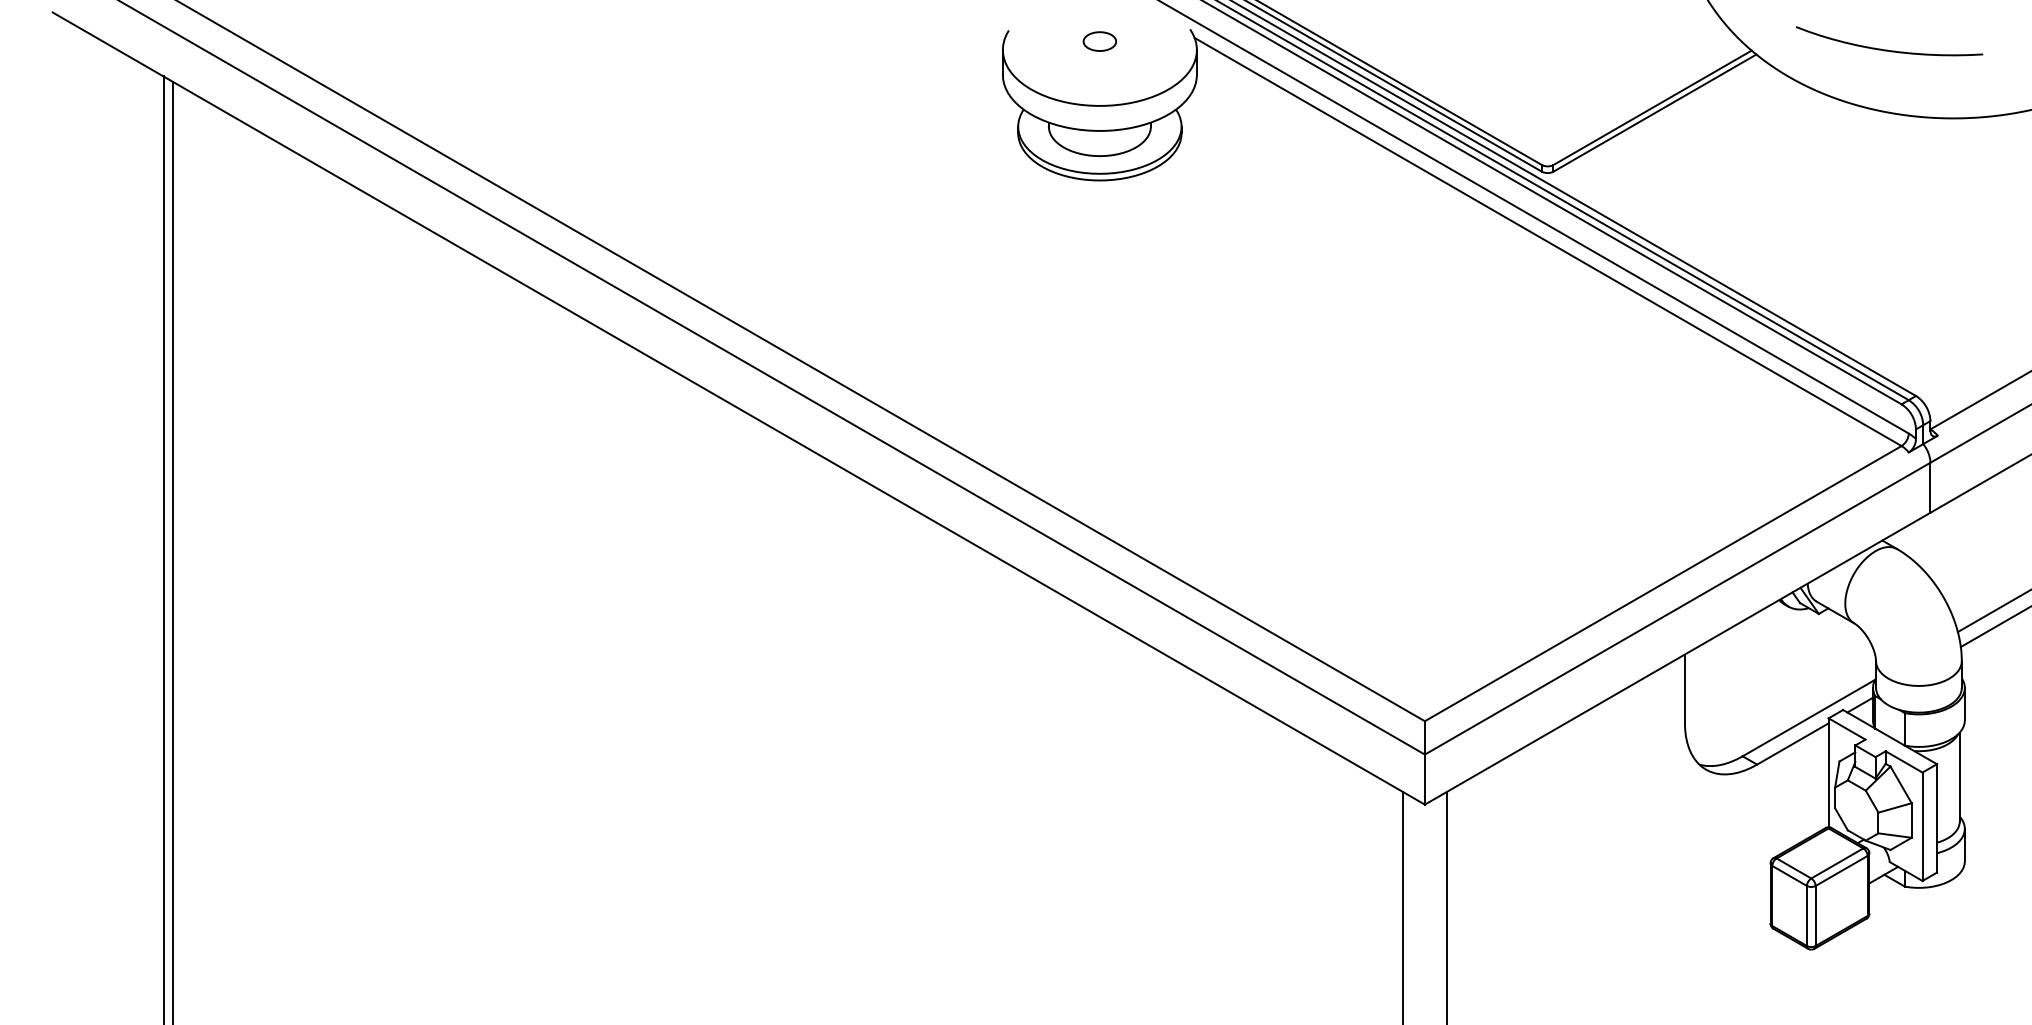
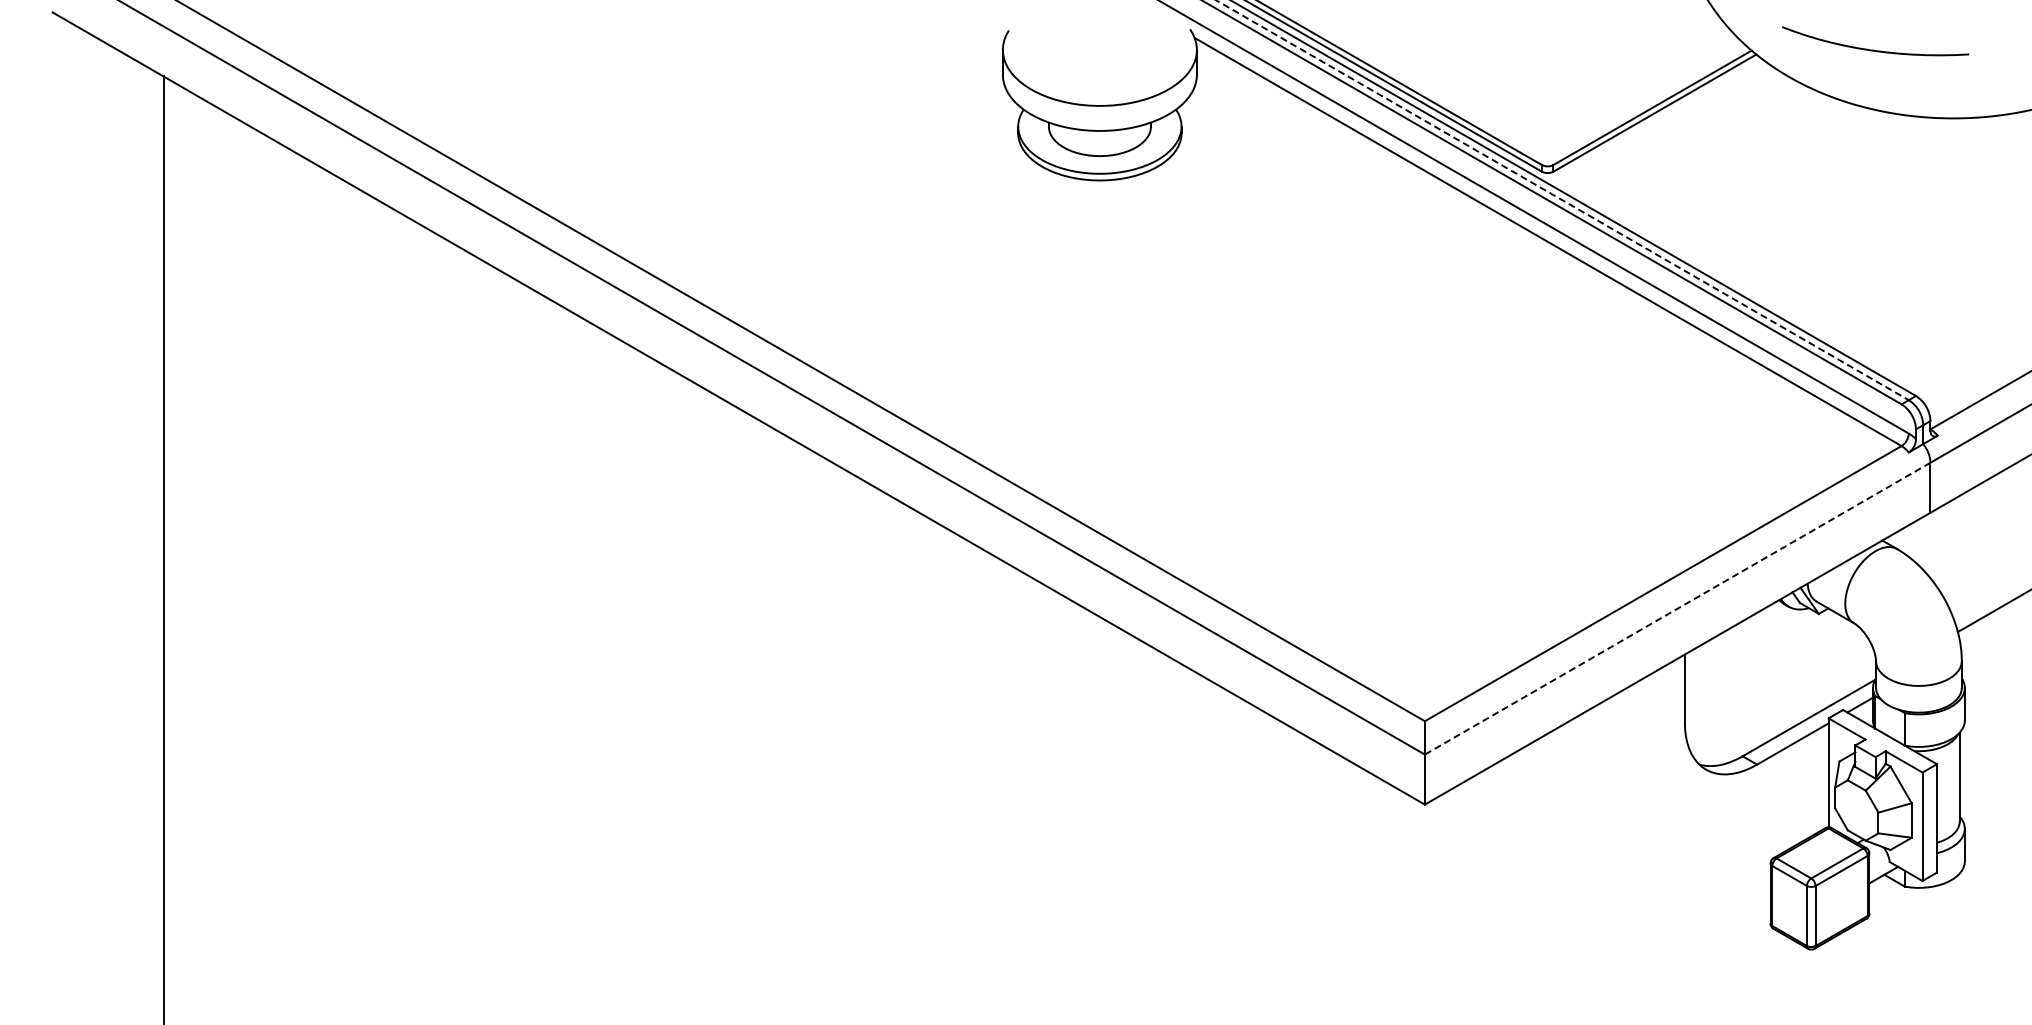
part at (1099, 41): present -> none
curve at (1887, 49) position: (1887, 49) -> (1873, 49)
line at (1562, 200): solid -> dashed
line at (172, 551): present -> none
line at (1677, 608): solid -> dashed
line at (1994, 627): present -> none
line at (1403, 906): present -> none
line at (1446, 906): present -> none
